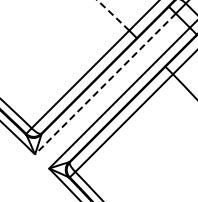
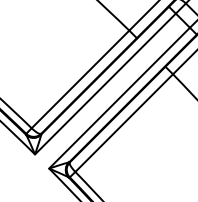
arc at (112, 14): dashed -> solid
line at (105, 84): dashed -> solid
